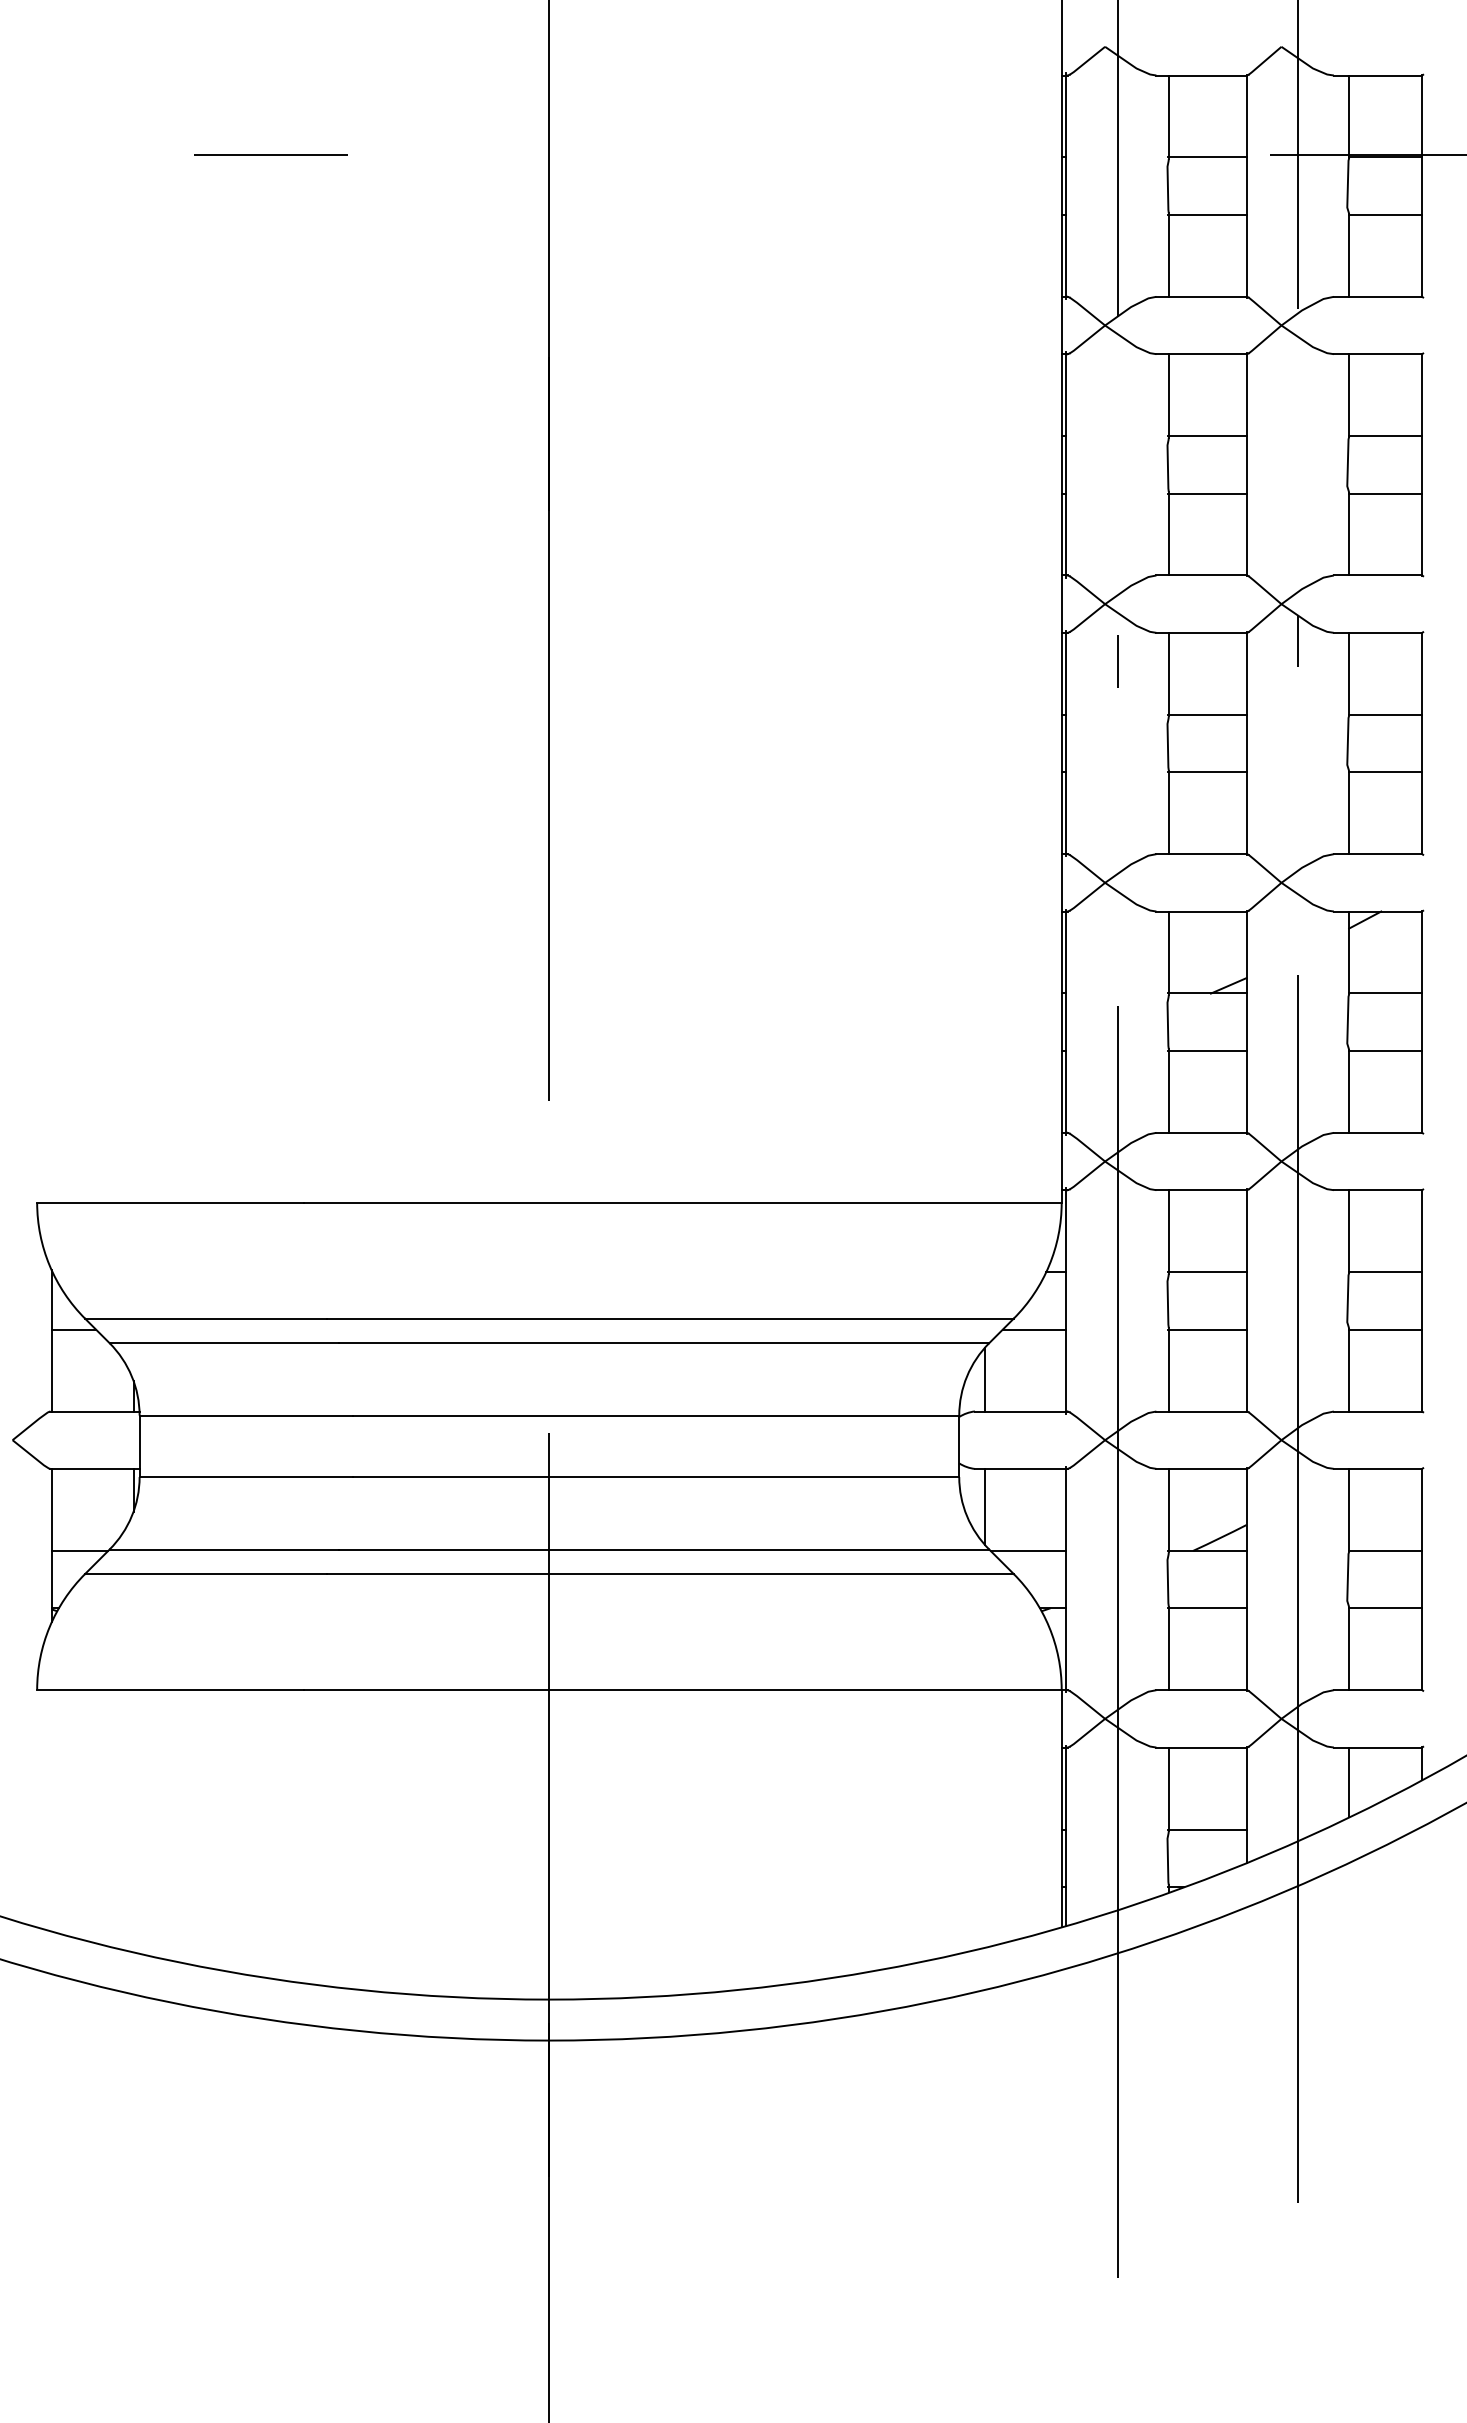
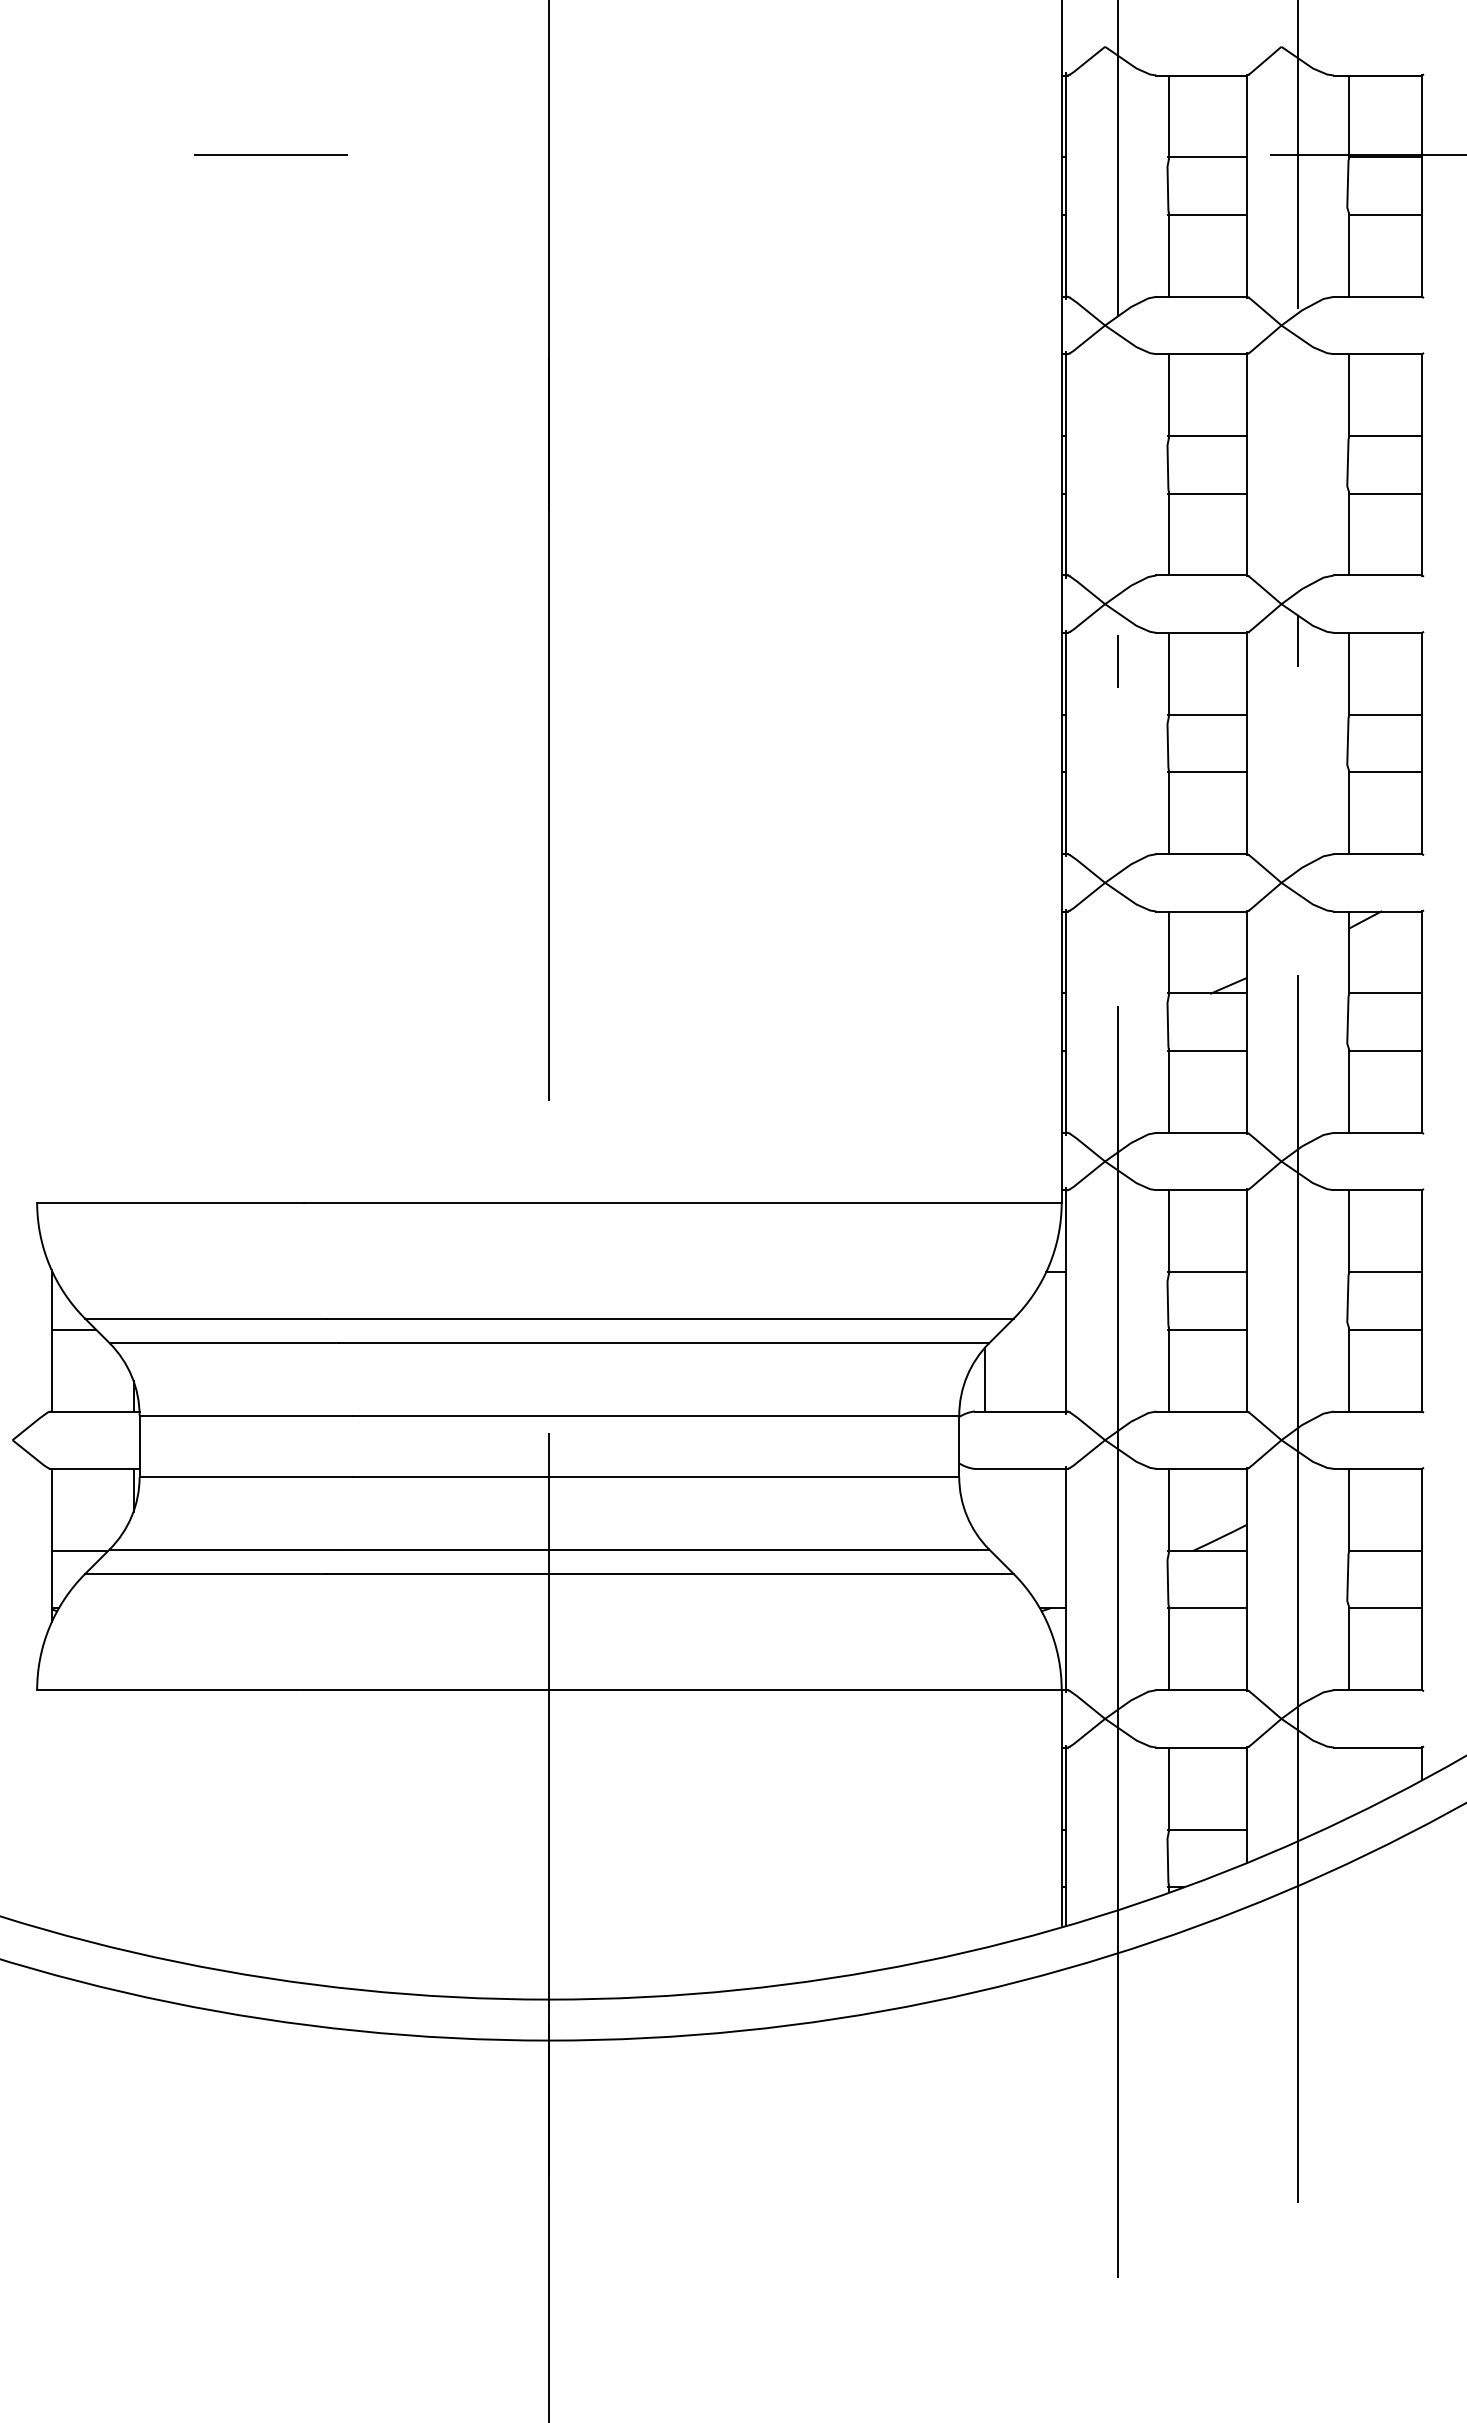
line at (1034, 1329): present -> none
line at (984, 1506): present -> none
line at (1028, 1550): present -> none
line at (1349, 1782): present -> none
